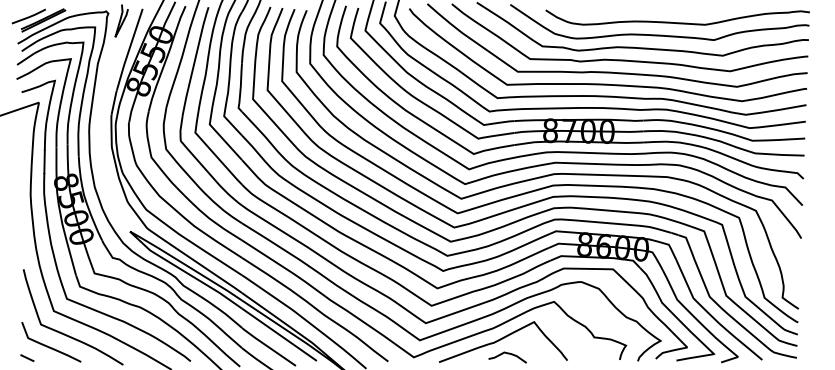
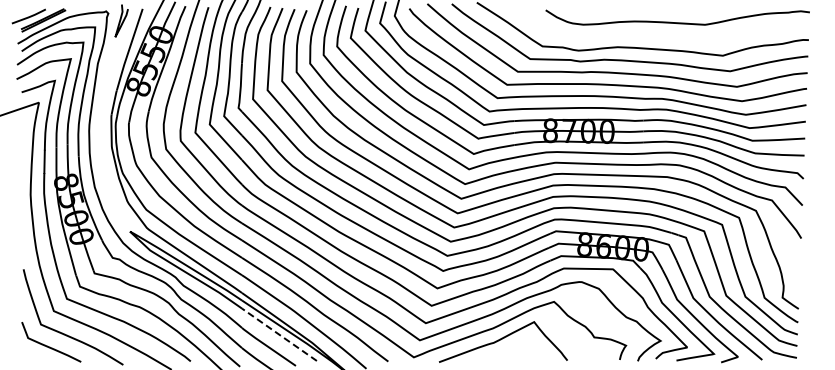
curve at (659, 34): present -> none
line at (279, 334): solid -> dashed
curve at (507, 354): present -> none
line at (27, 358): present -> none
